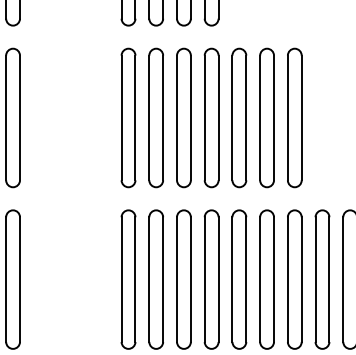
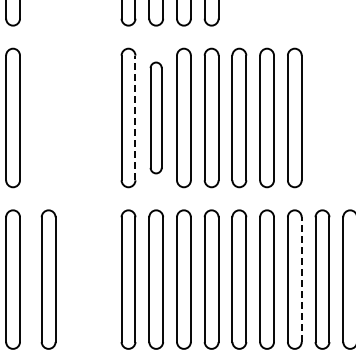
line at (135, 117): solid -> dashed
part at (155, 117) size: 16x142 px -> 14x114 px
part at (48, 279): none -> present
line at (301, 279): solid -> dashed
